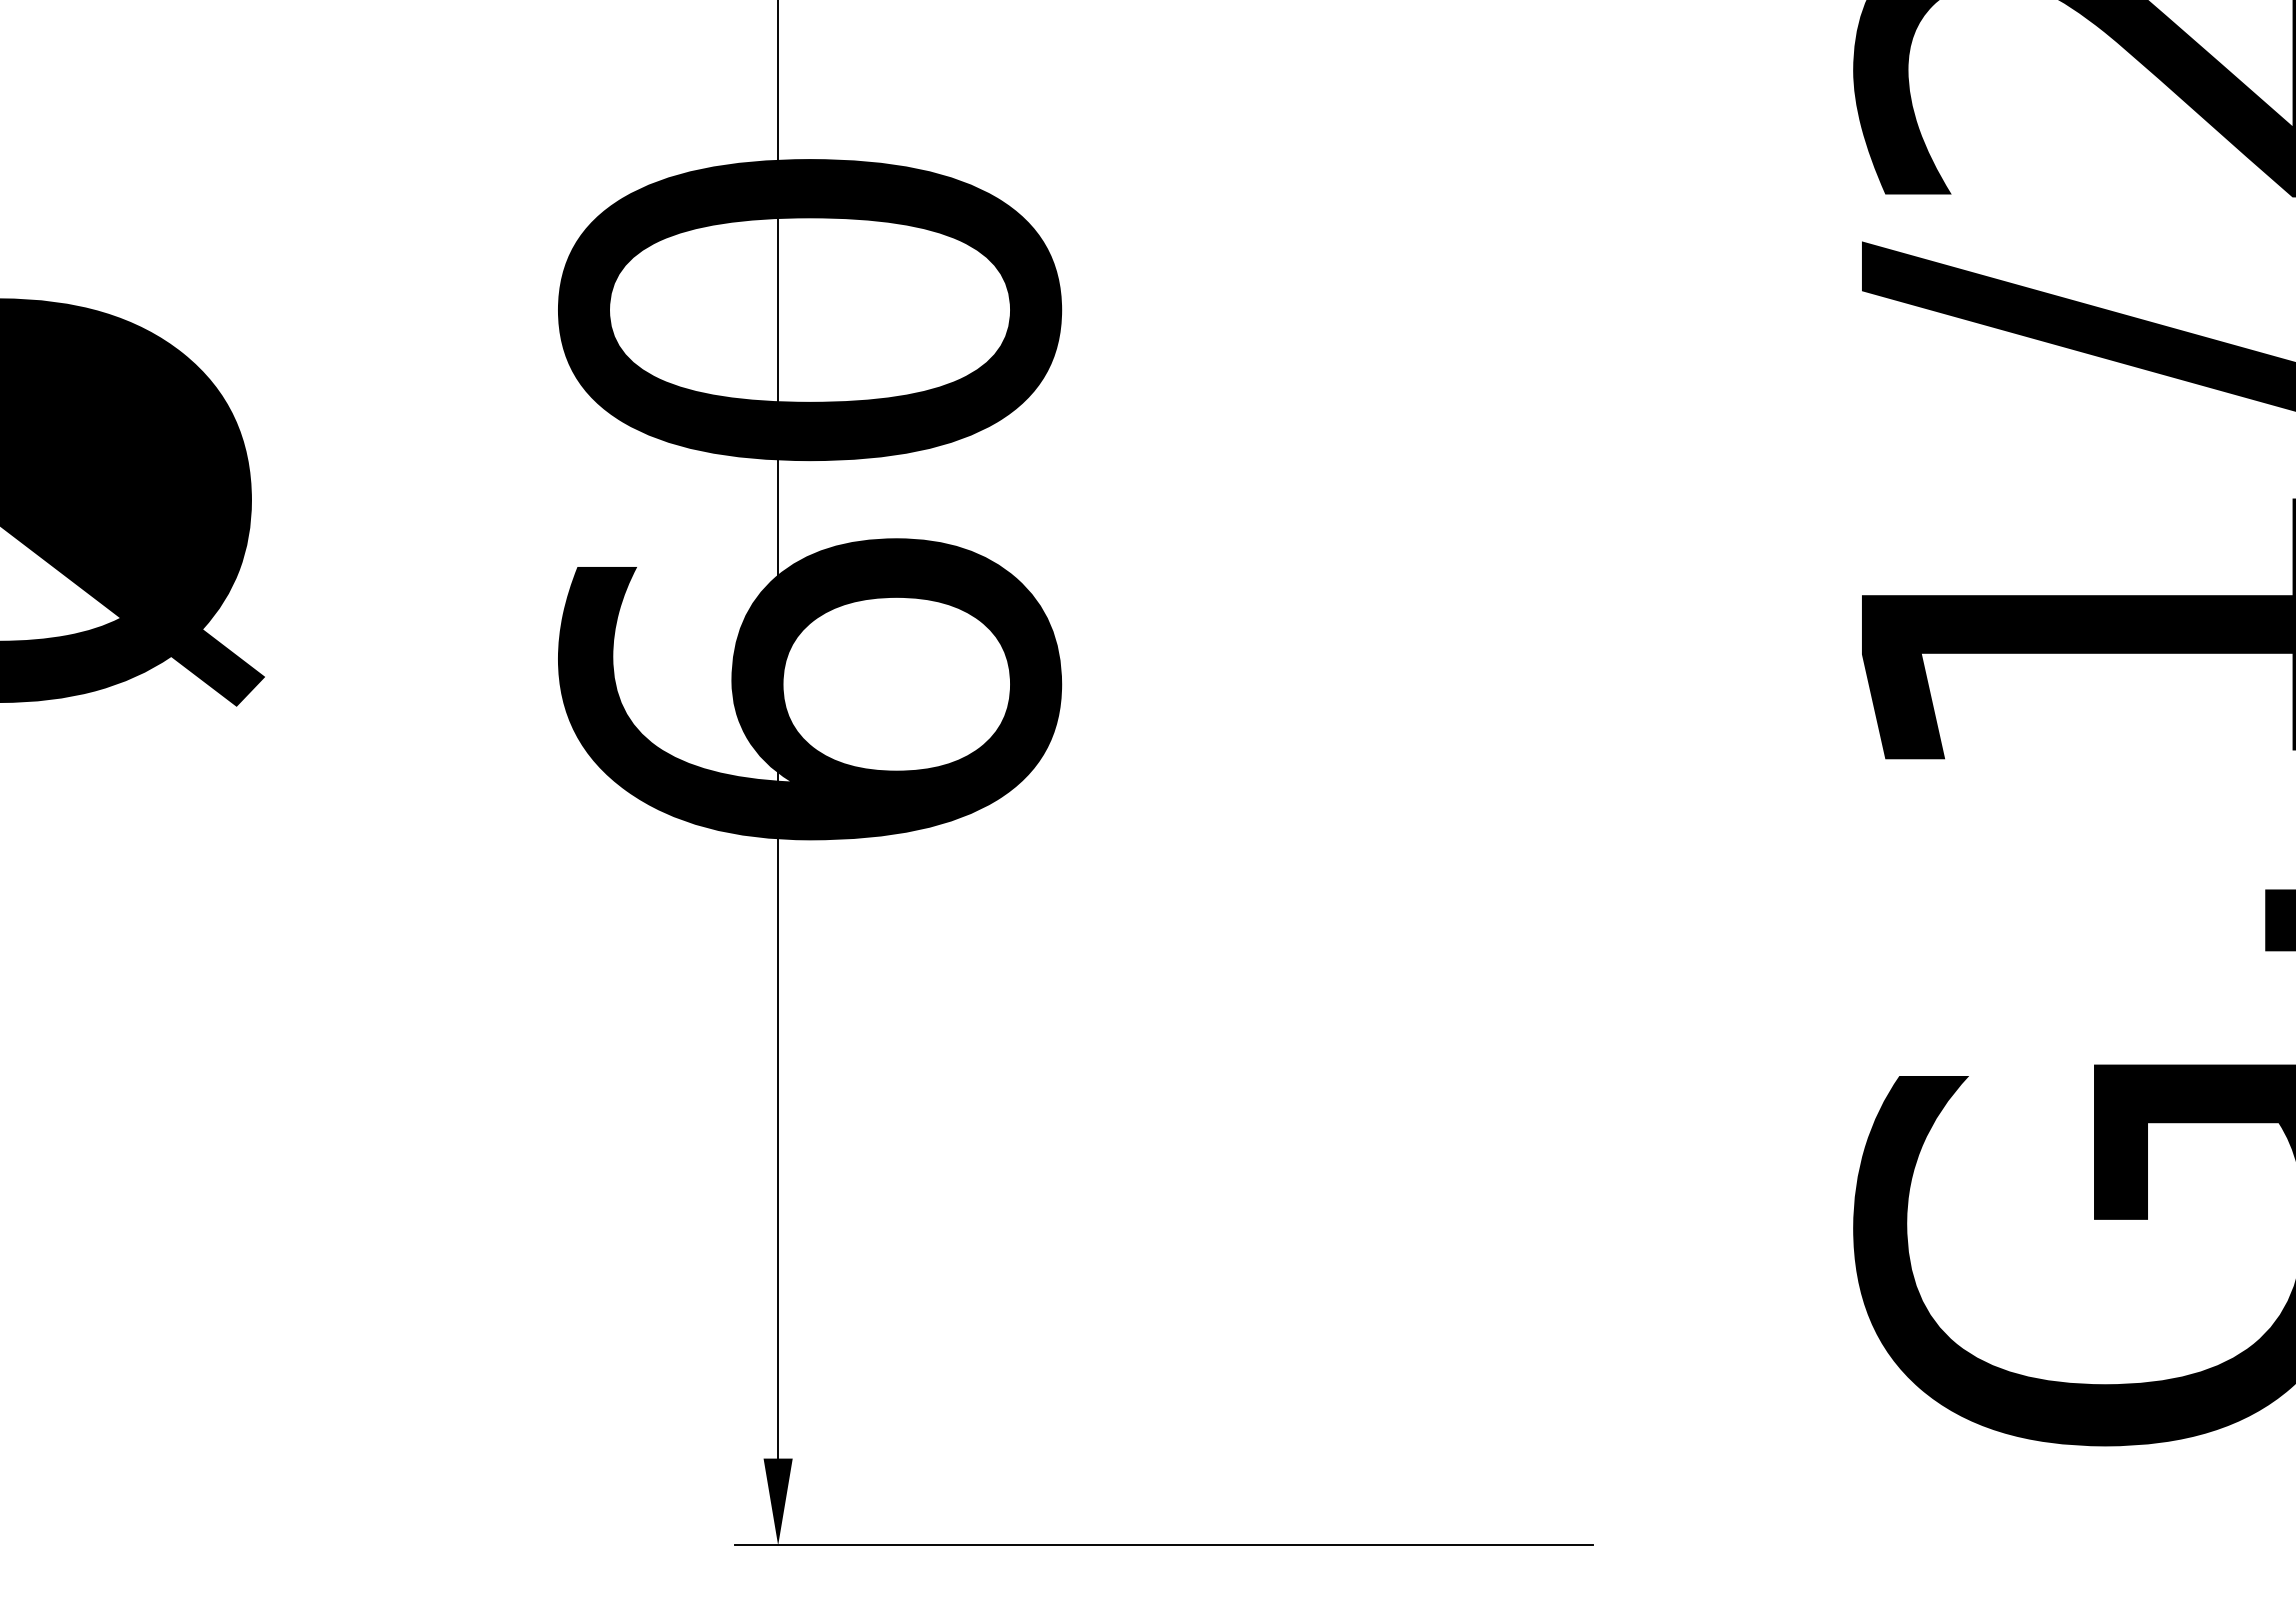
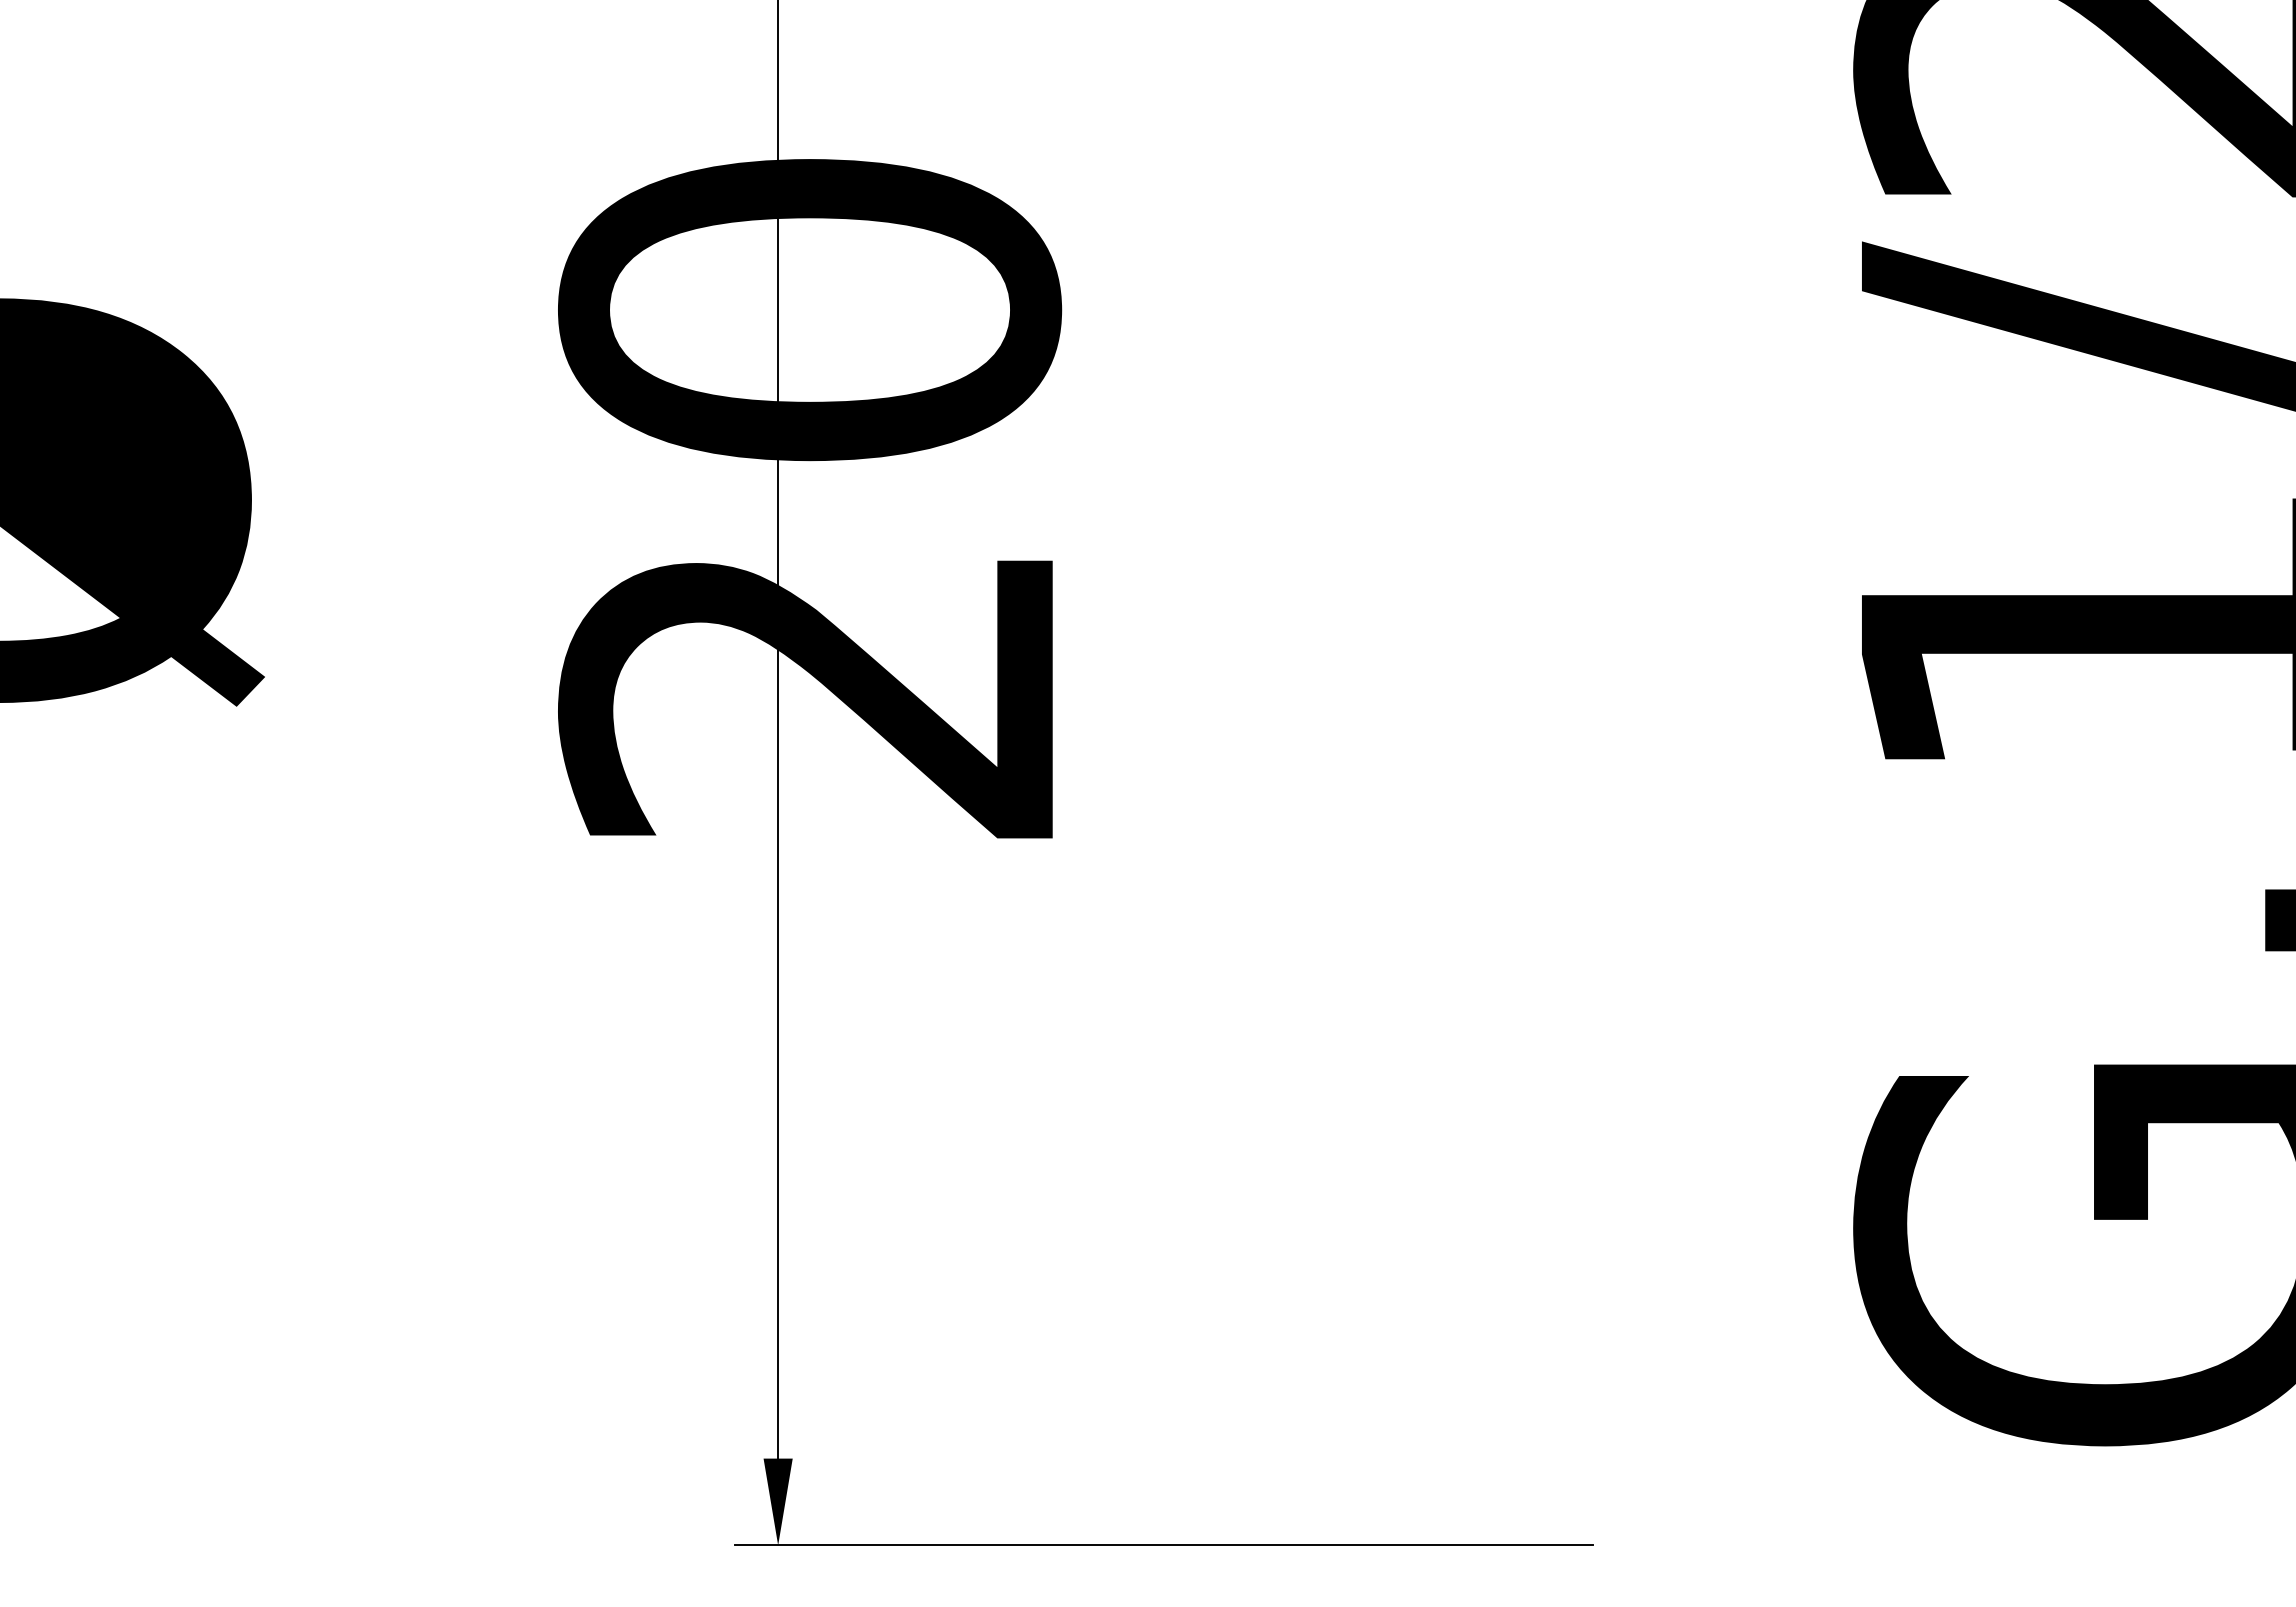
text at (810, 689): 60 -> 20
